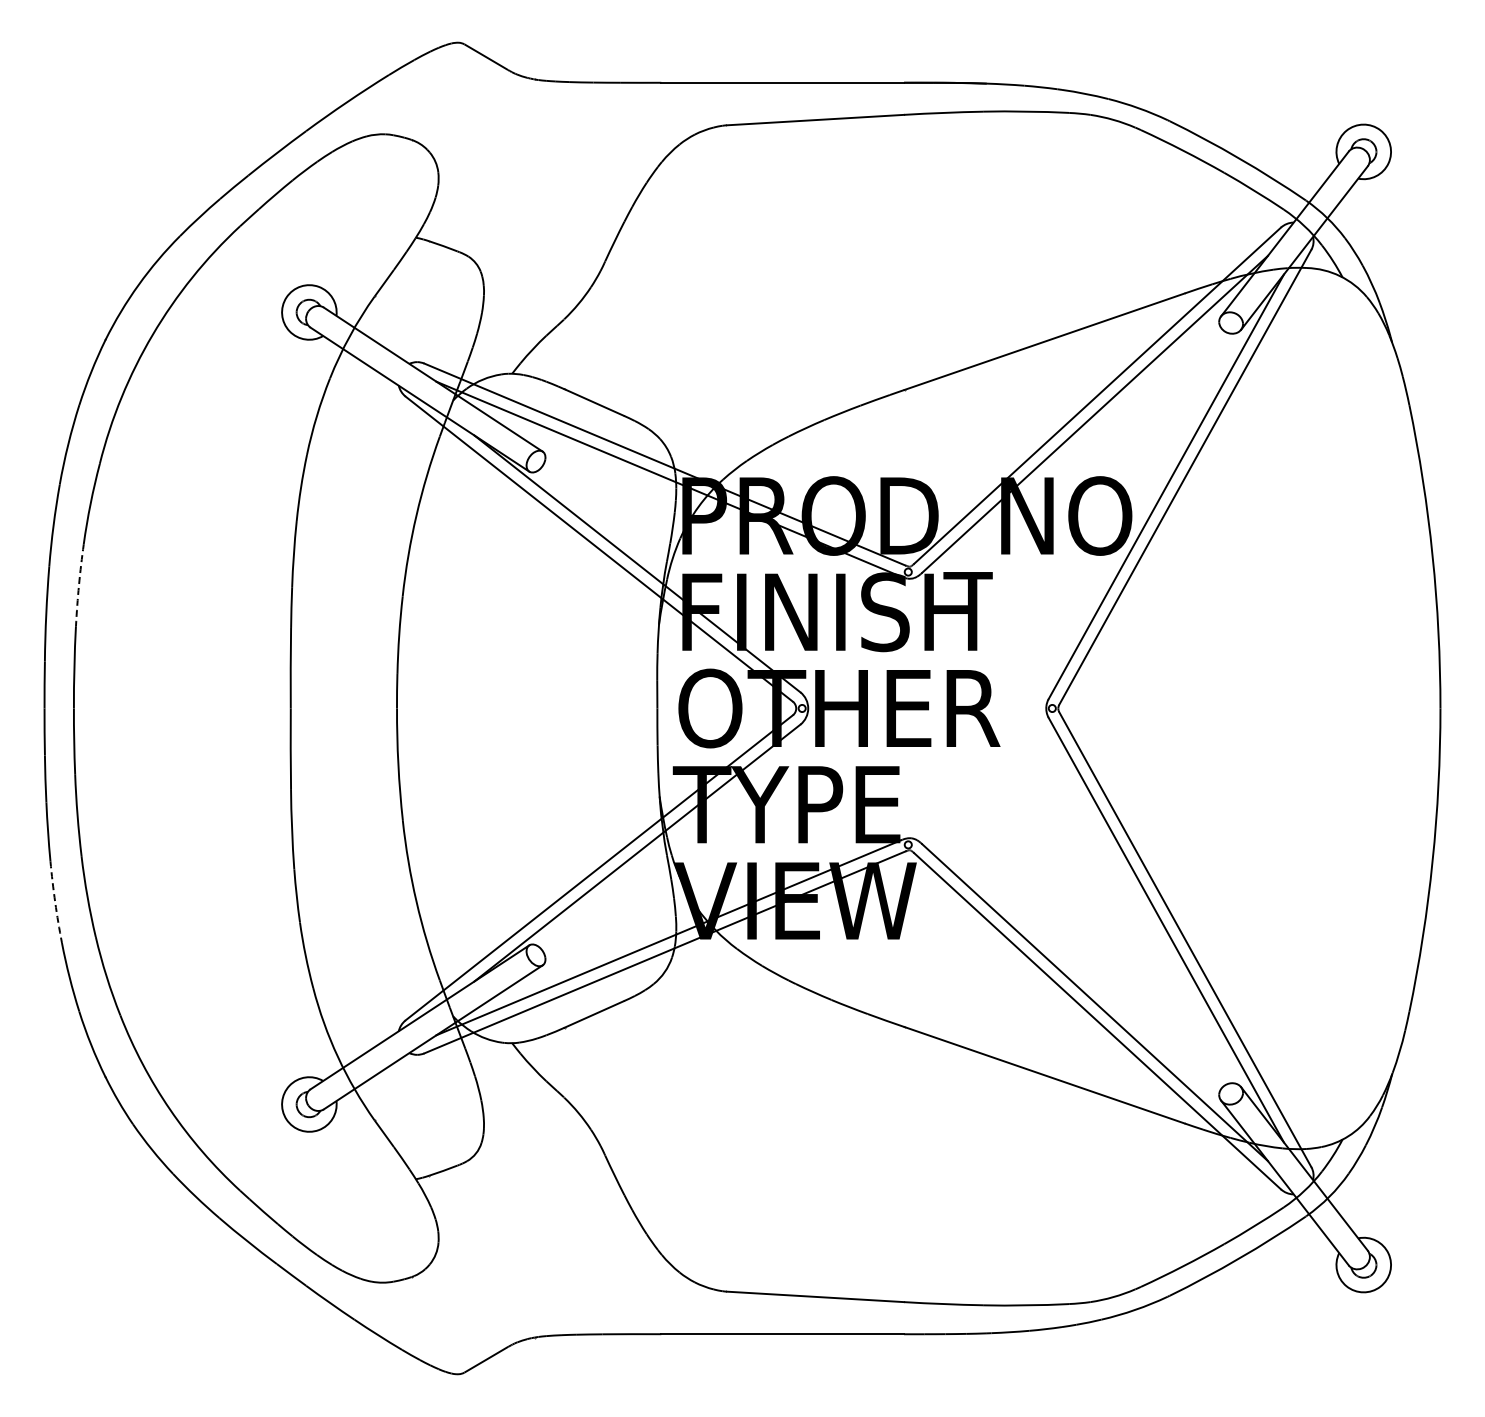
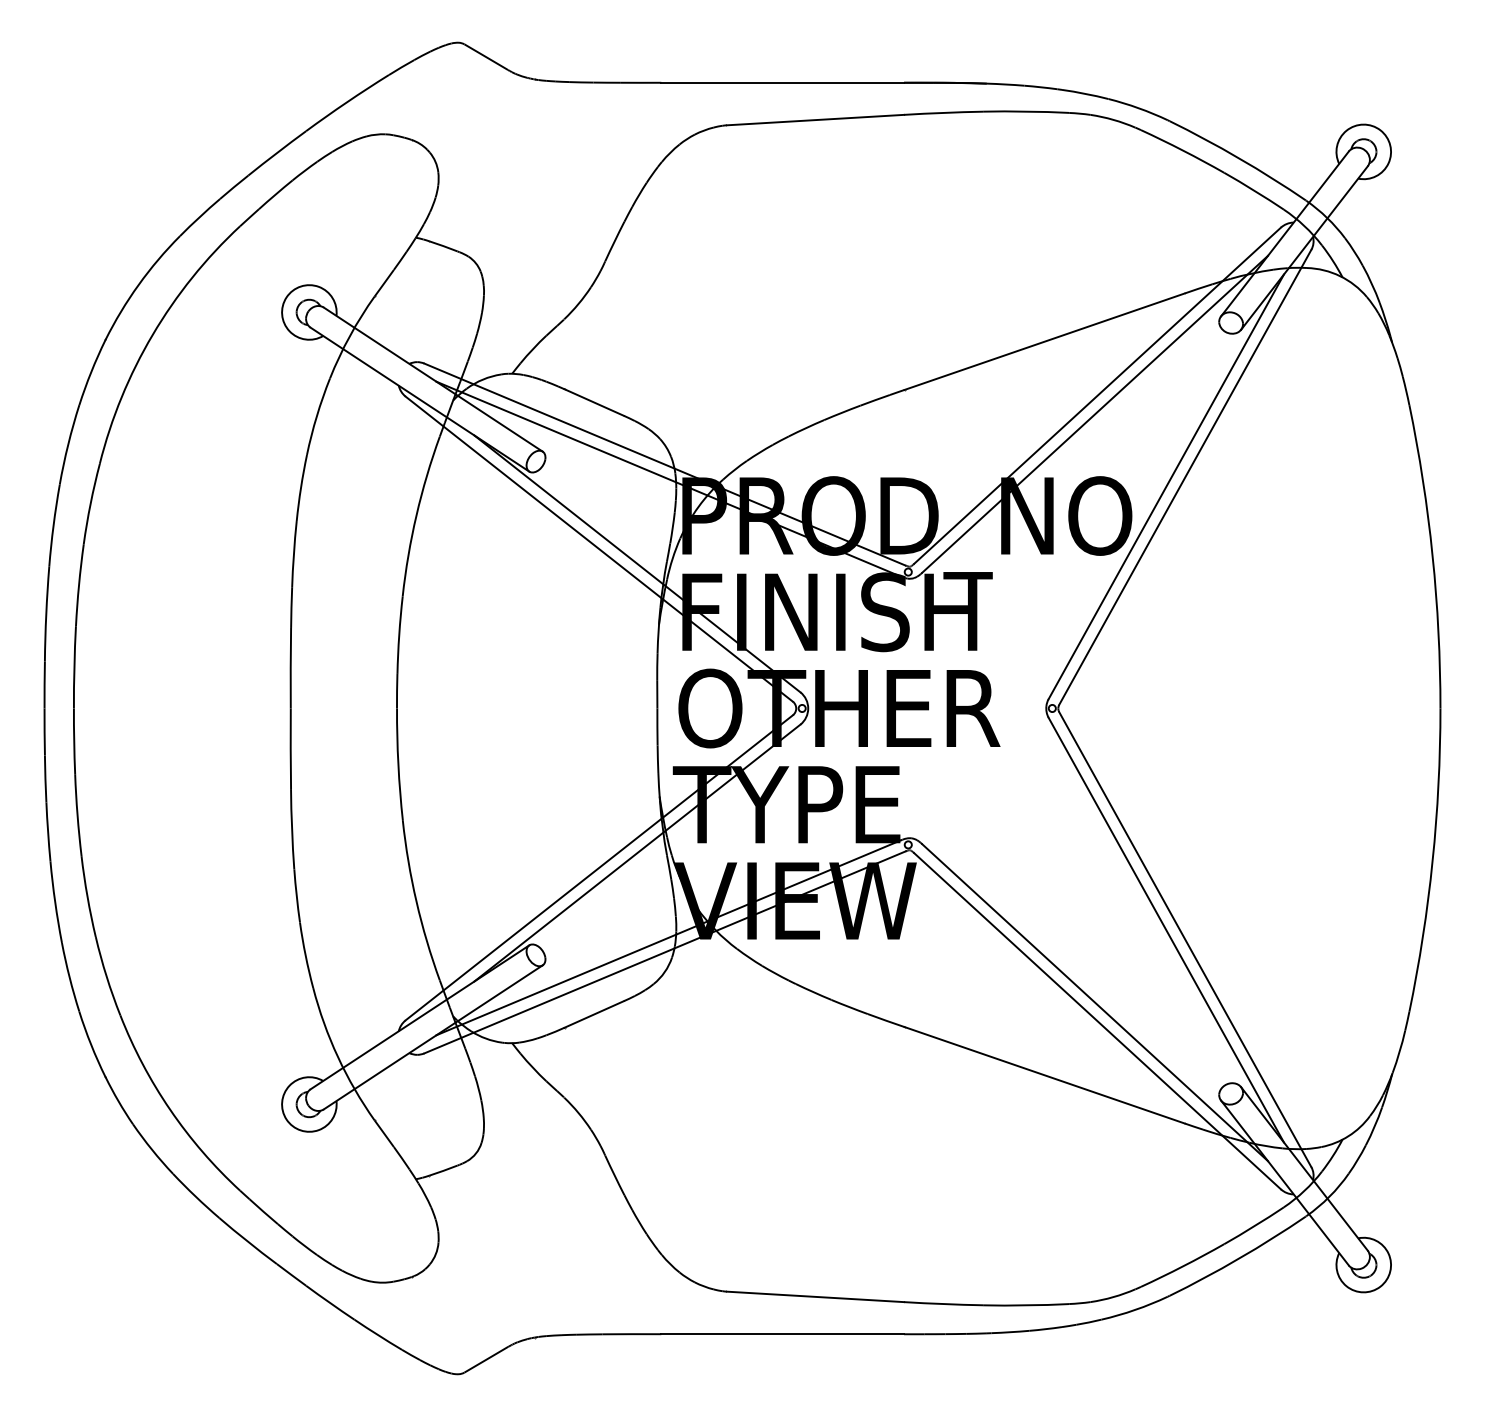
arc at (79, 585): dashed -> solid
arc at (55, 902): dashed -> solid
